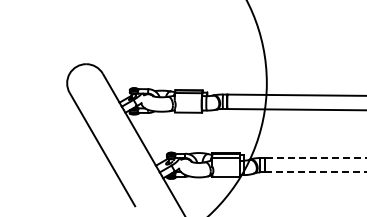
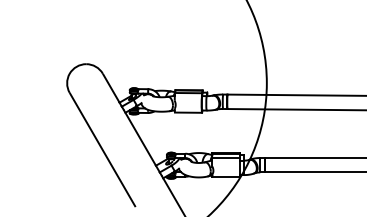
line at (315, 158): dashed -> solid
line at (315, 172): dashed -> solid
